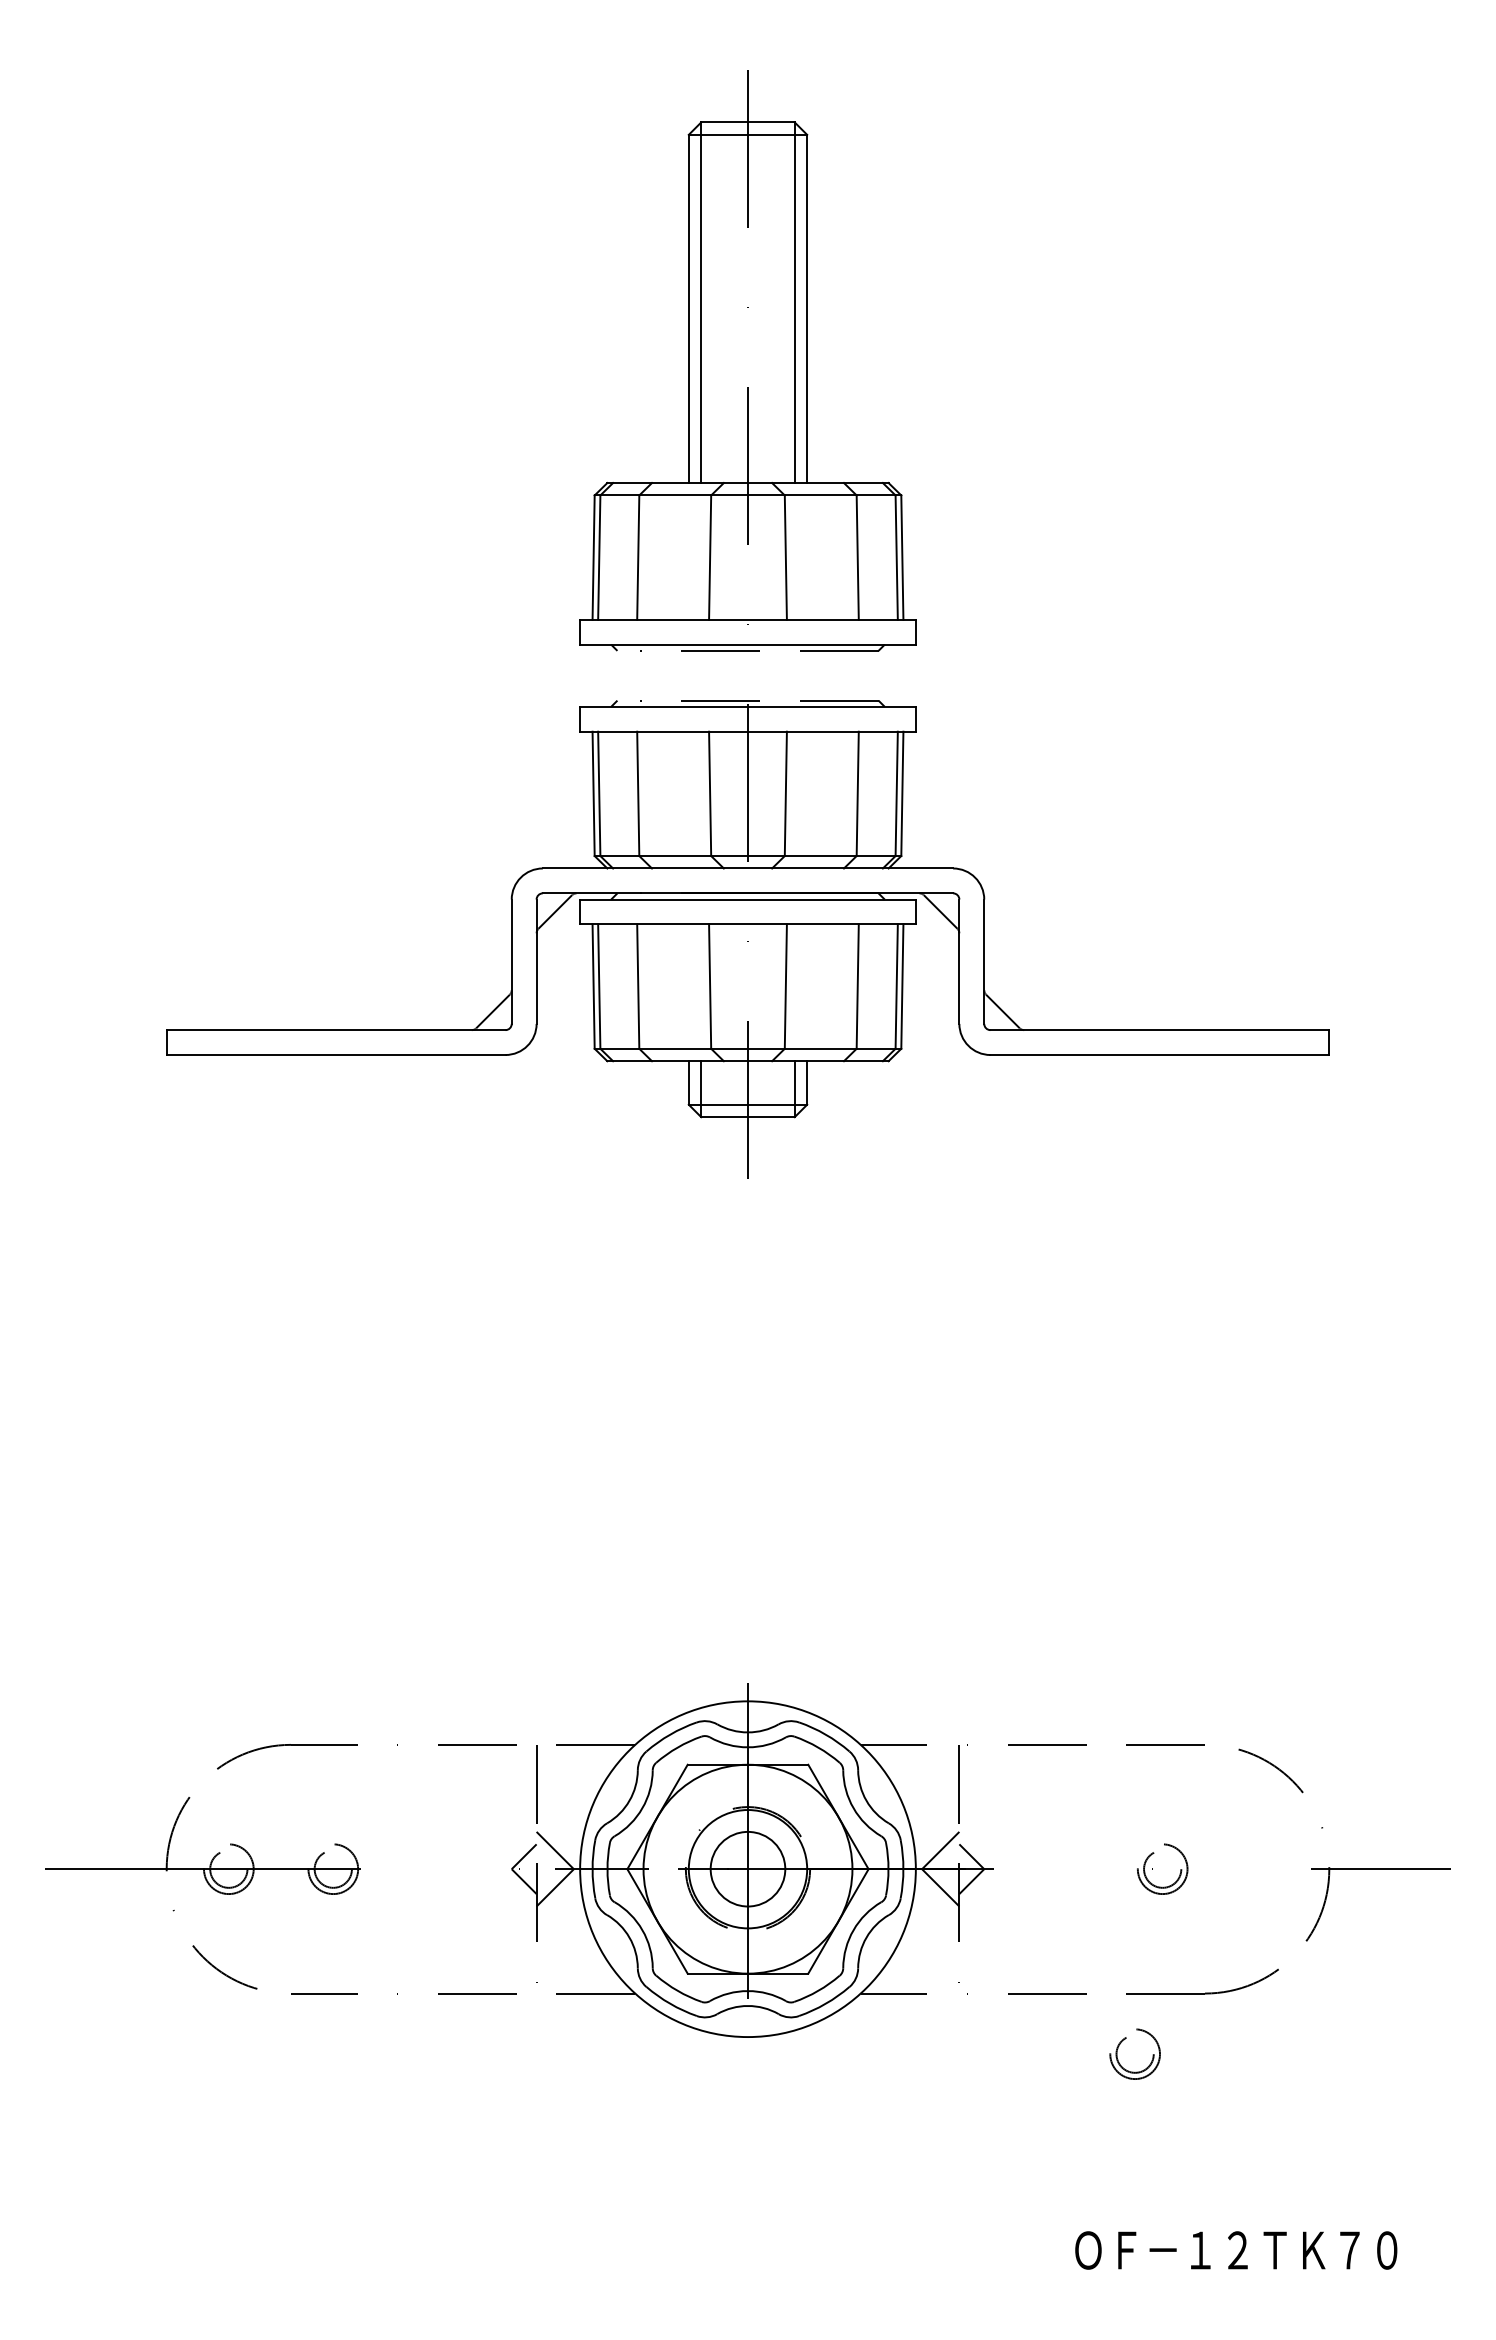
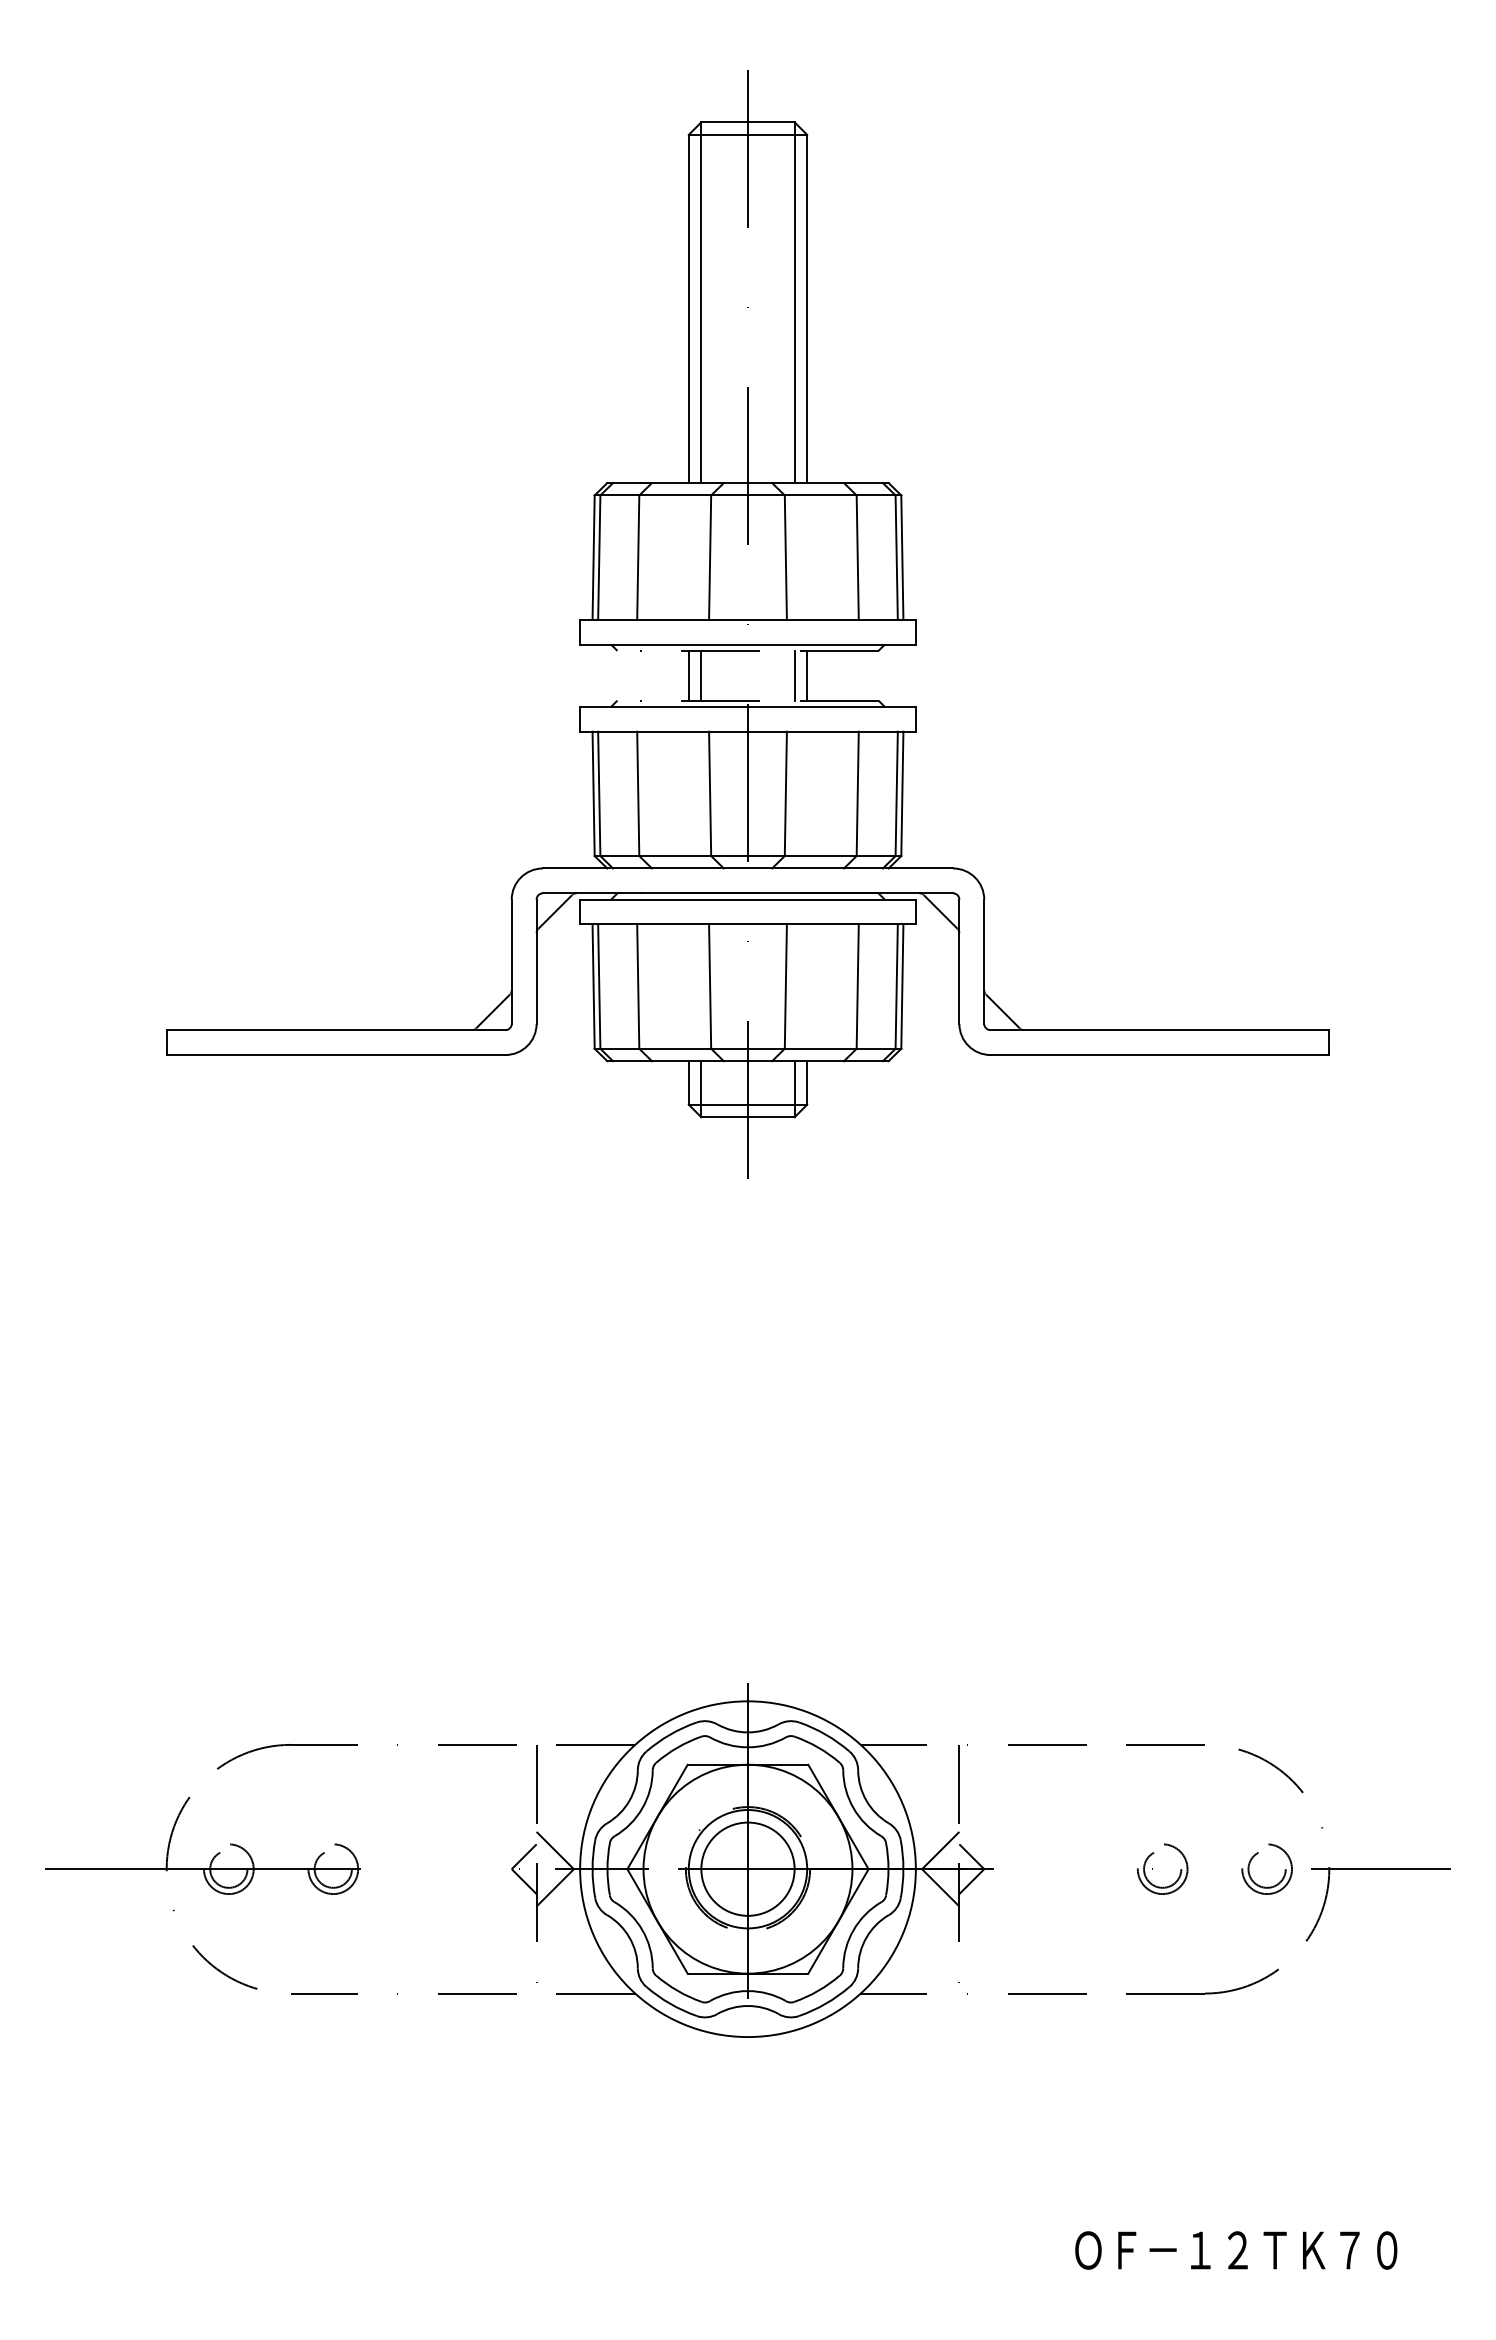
line at (688, 675): none -> present
line at (701, 675): none -> present
line at (794, 675): none -> present
line at (807, 675): none -> present
circle at (747, 1868) diameter: 75 px -> 93 px
part at (1124, 2040) position: (1124, 2040) -> (1256, 1855)
